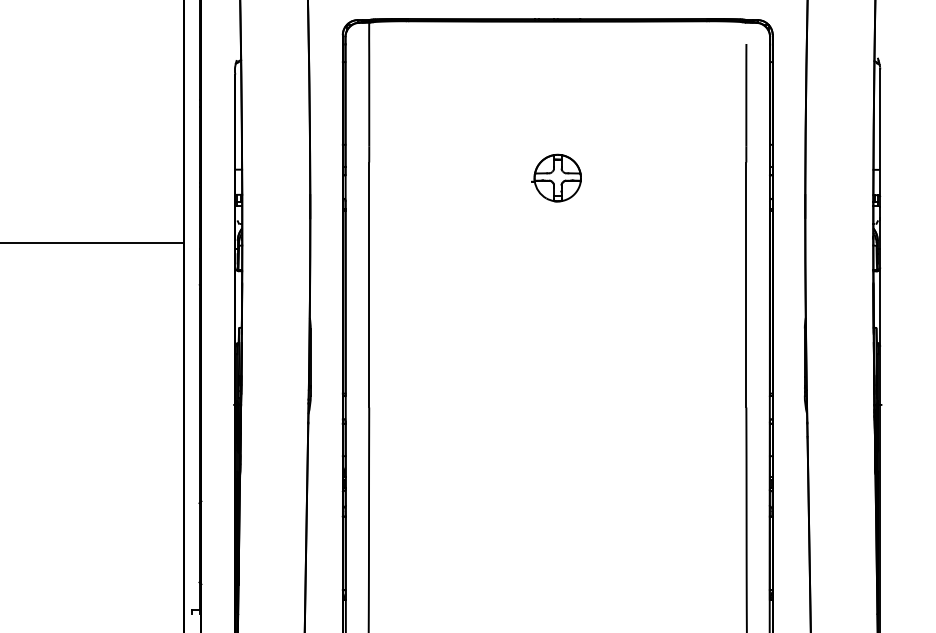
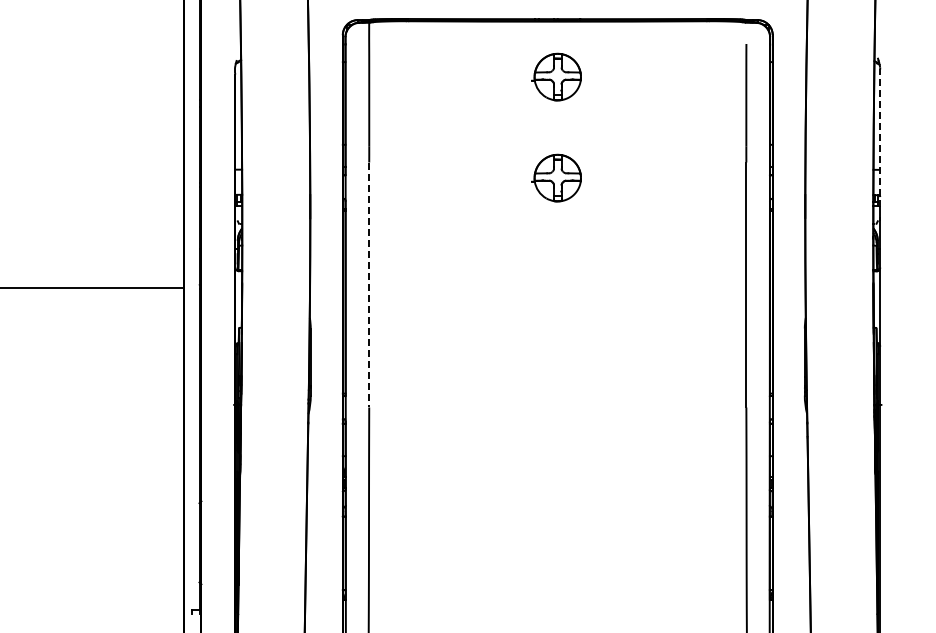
part at (556, 76): none -> present
line at (880, 138): solid -> dashed
line at (93, 243) position: (93, 243) -> (93, 288)
line at (369, 285): solid -> dashed
